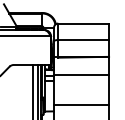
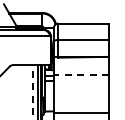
line at (81, 74): solid -> dashed
line at (32, 91): solid -> dashed
line at (81, 105) position: (81, 105) -> (81, 113)
